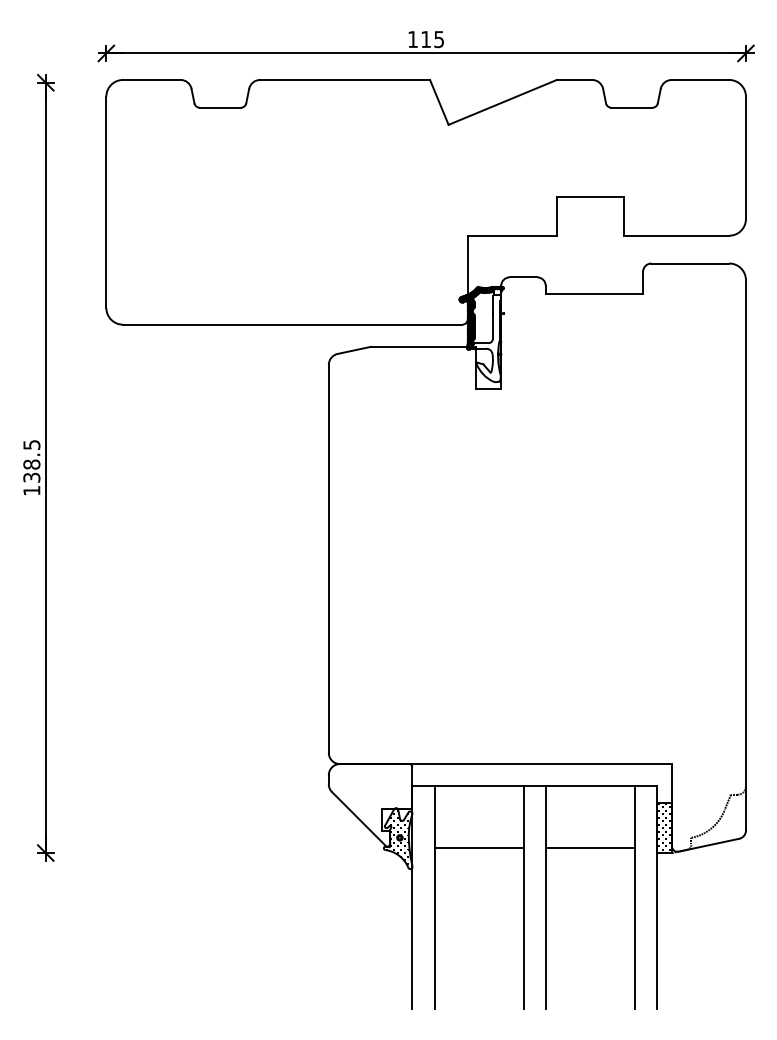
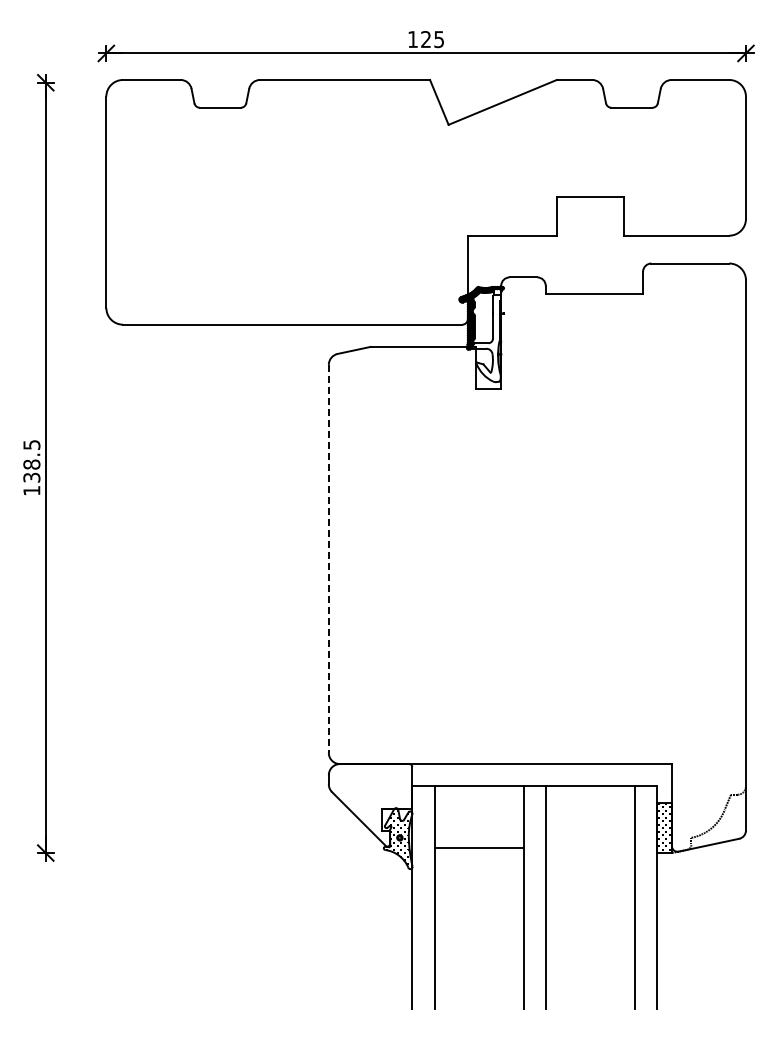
text at (425, 39): 115 -> 125
line at (328, 559): solid -> dashed
line at (589, 847): present -> none
